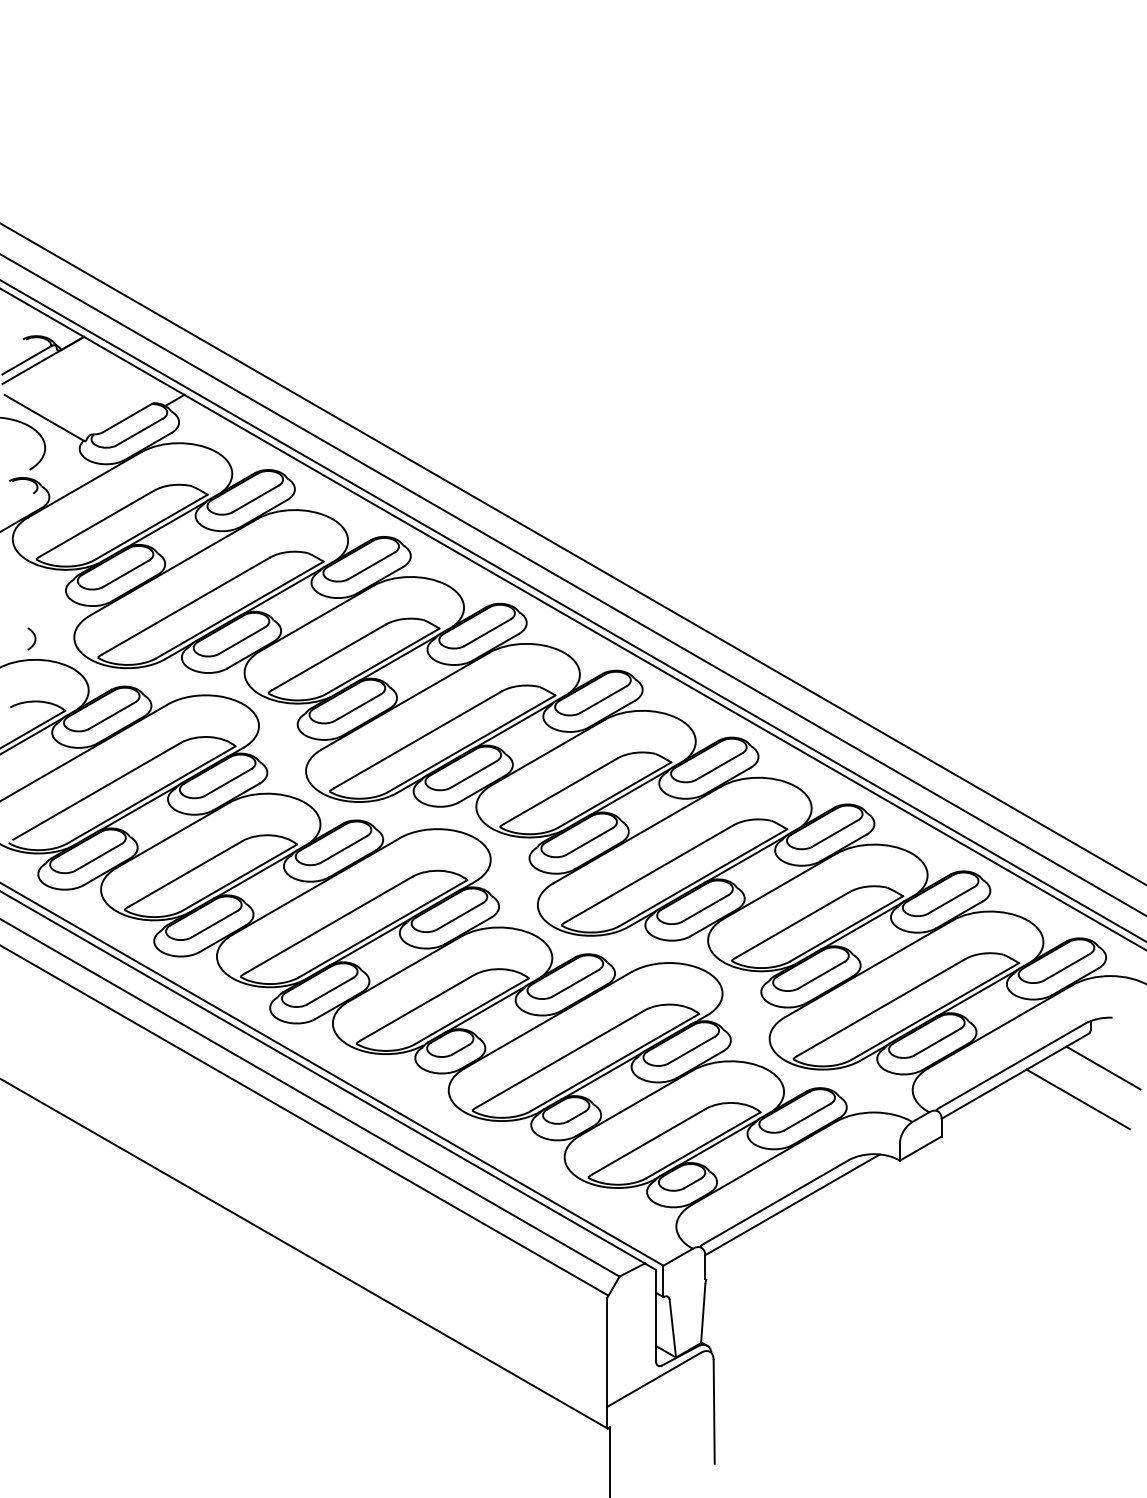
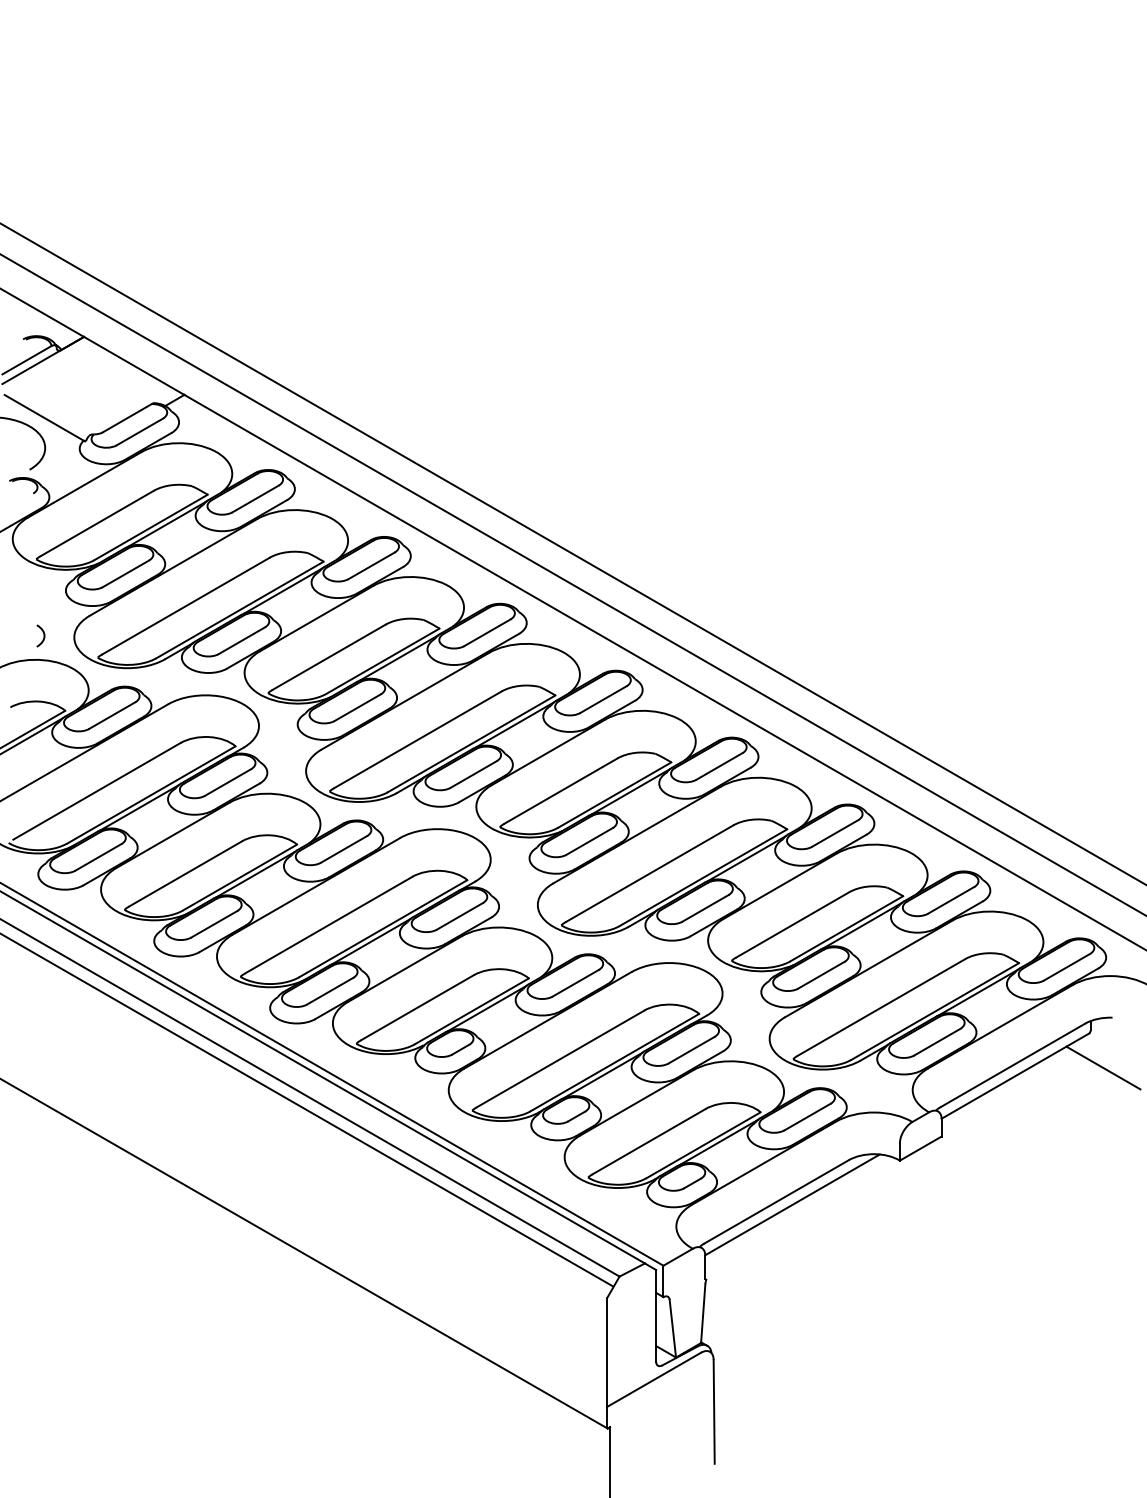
line at (572, 610): present -> none
curve at (34, 638) position: (34, 638) -> (43, 635)
line at (1077, 1099): present -> none
line at (304, 1120) position: (304, 1120) -> (307, 1110)
